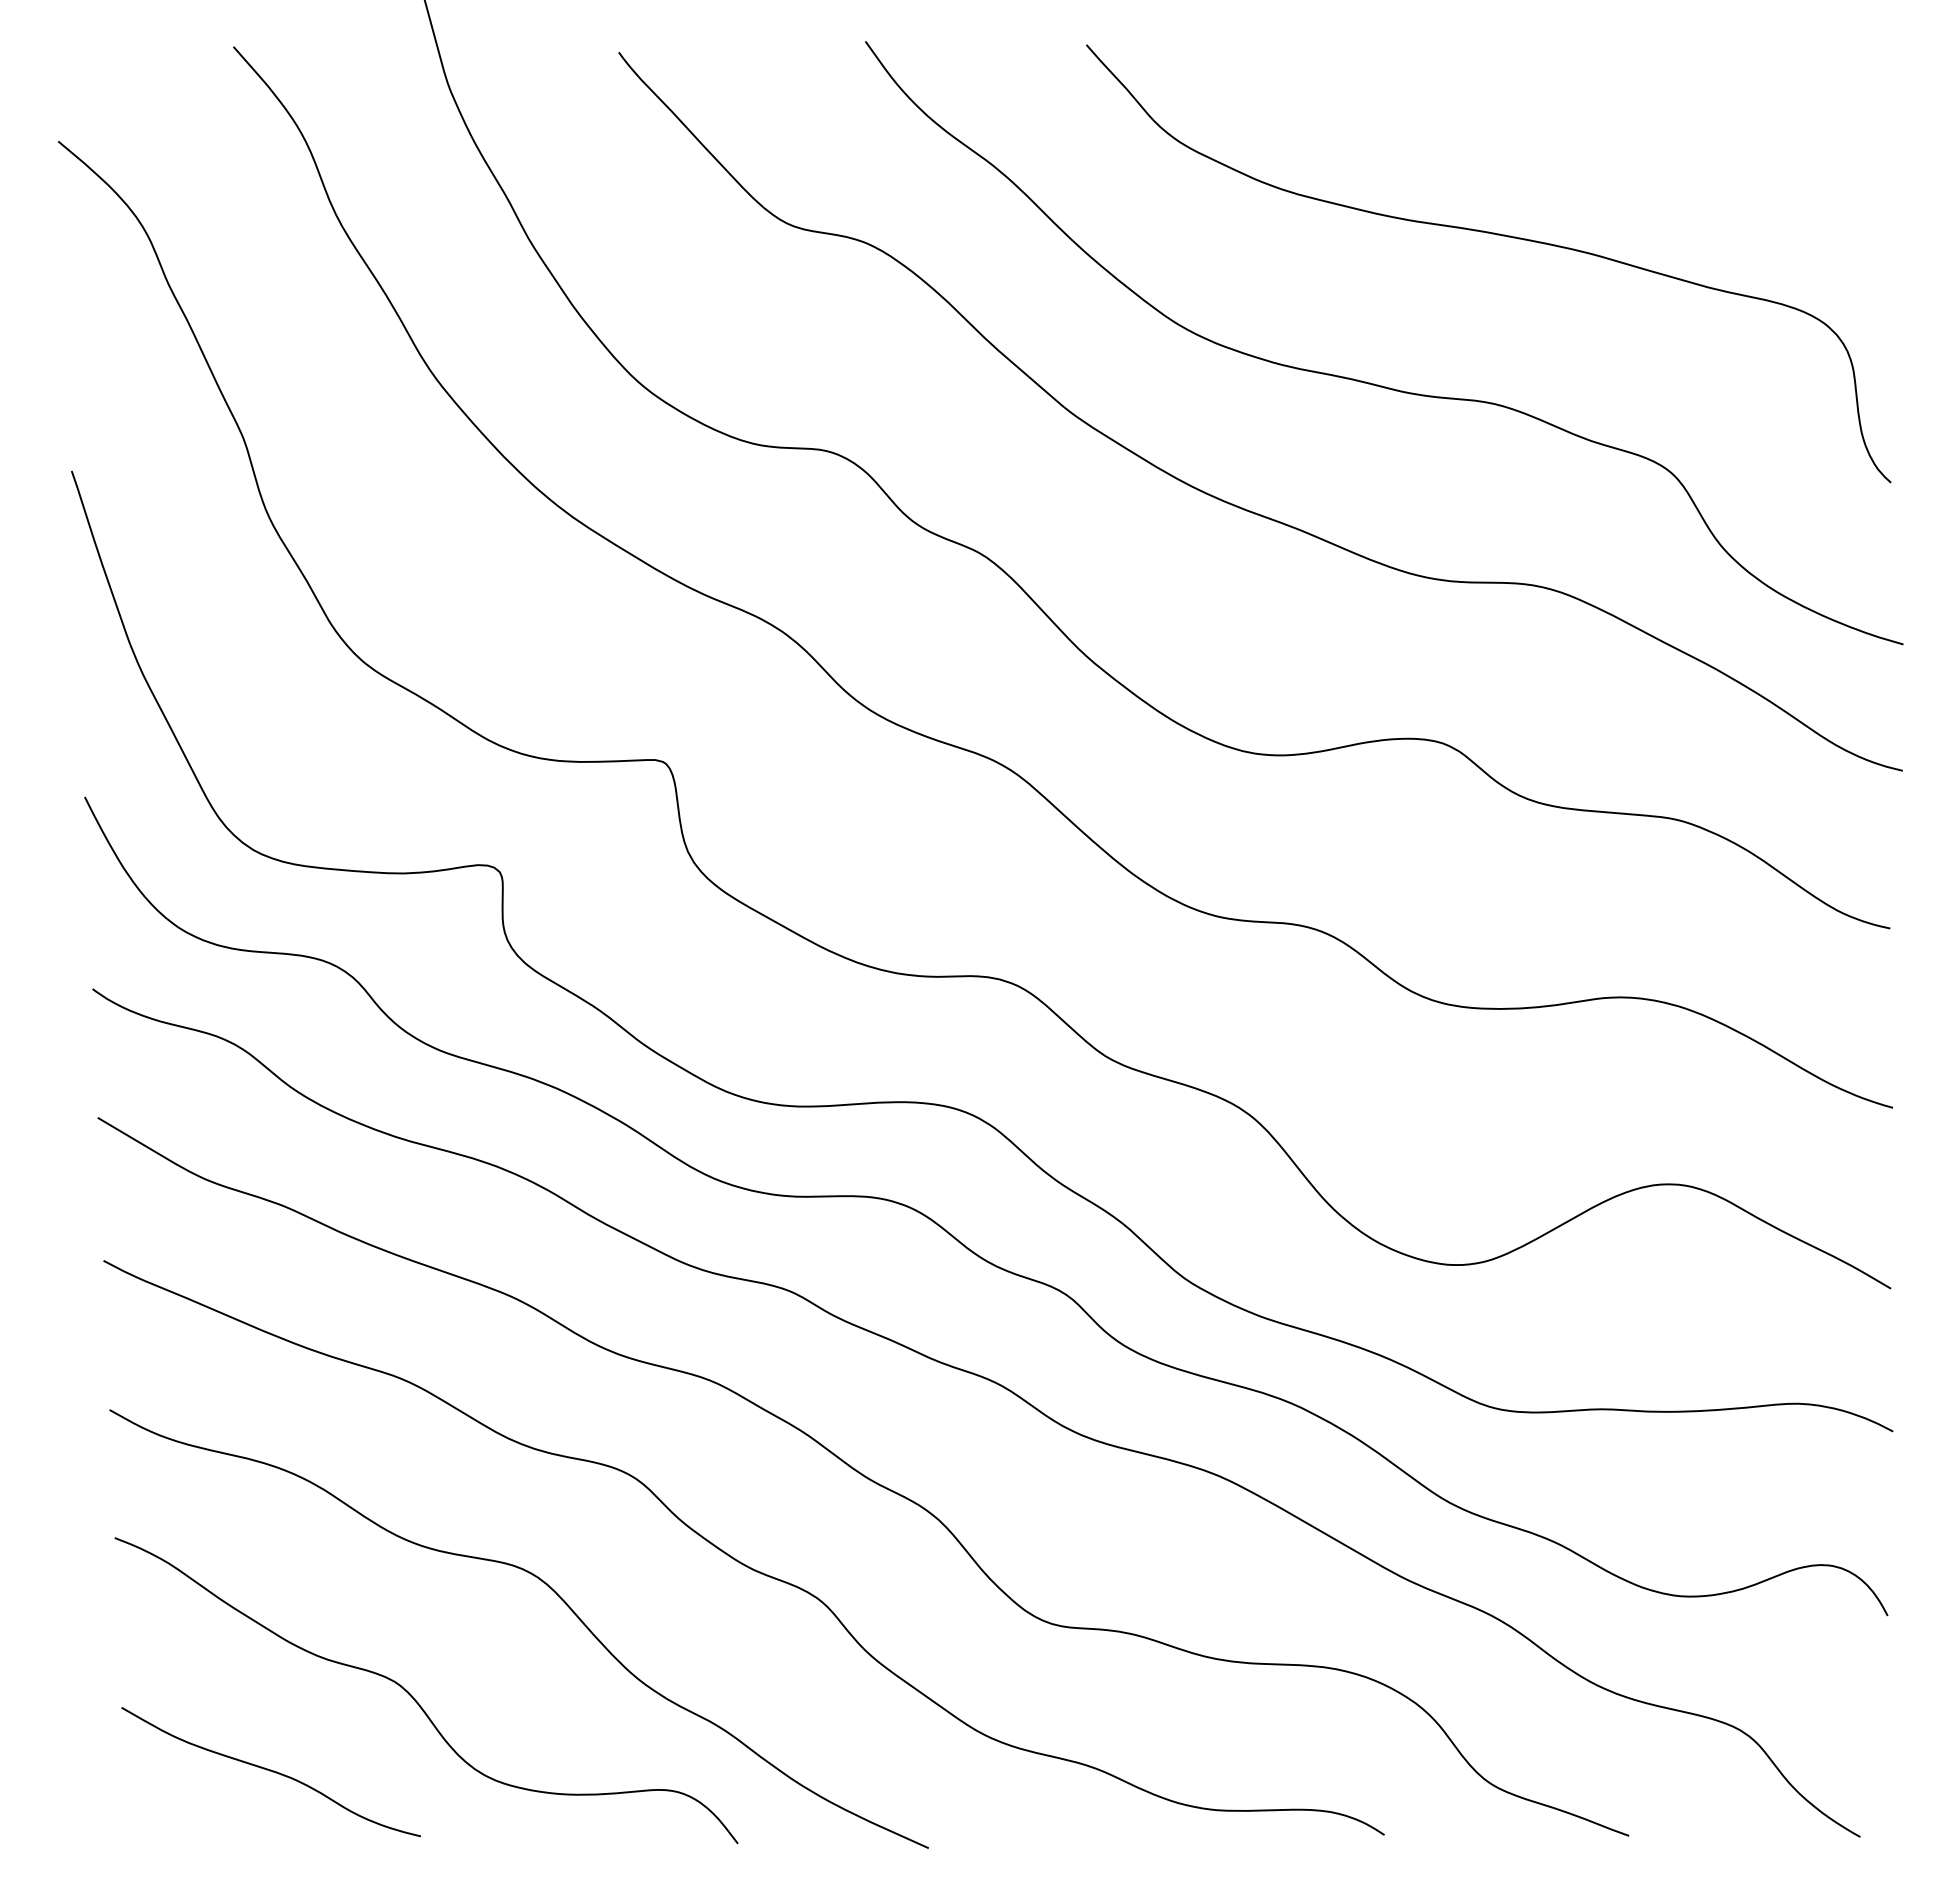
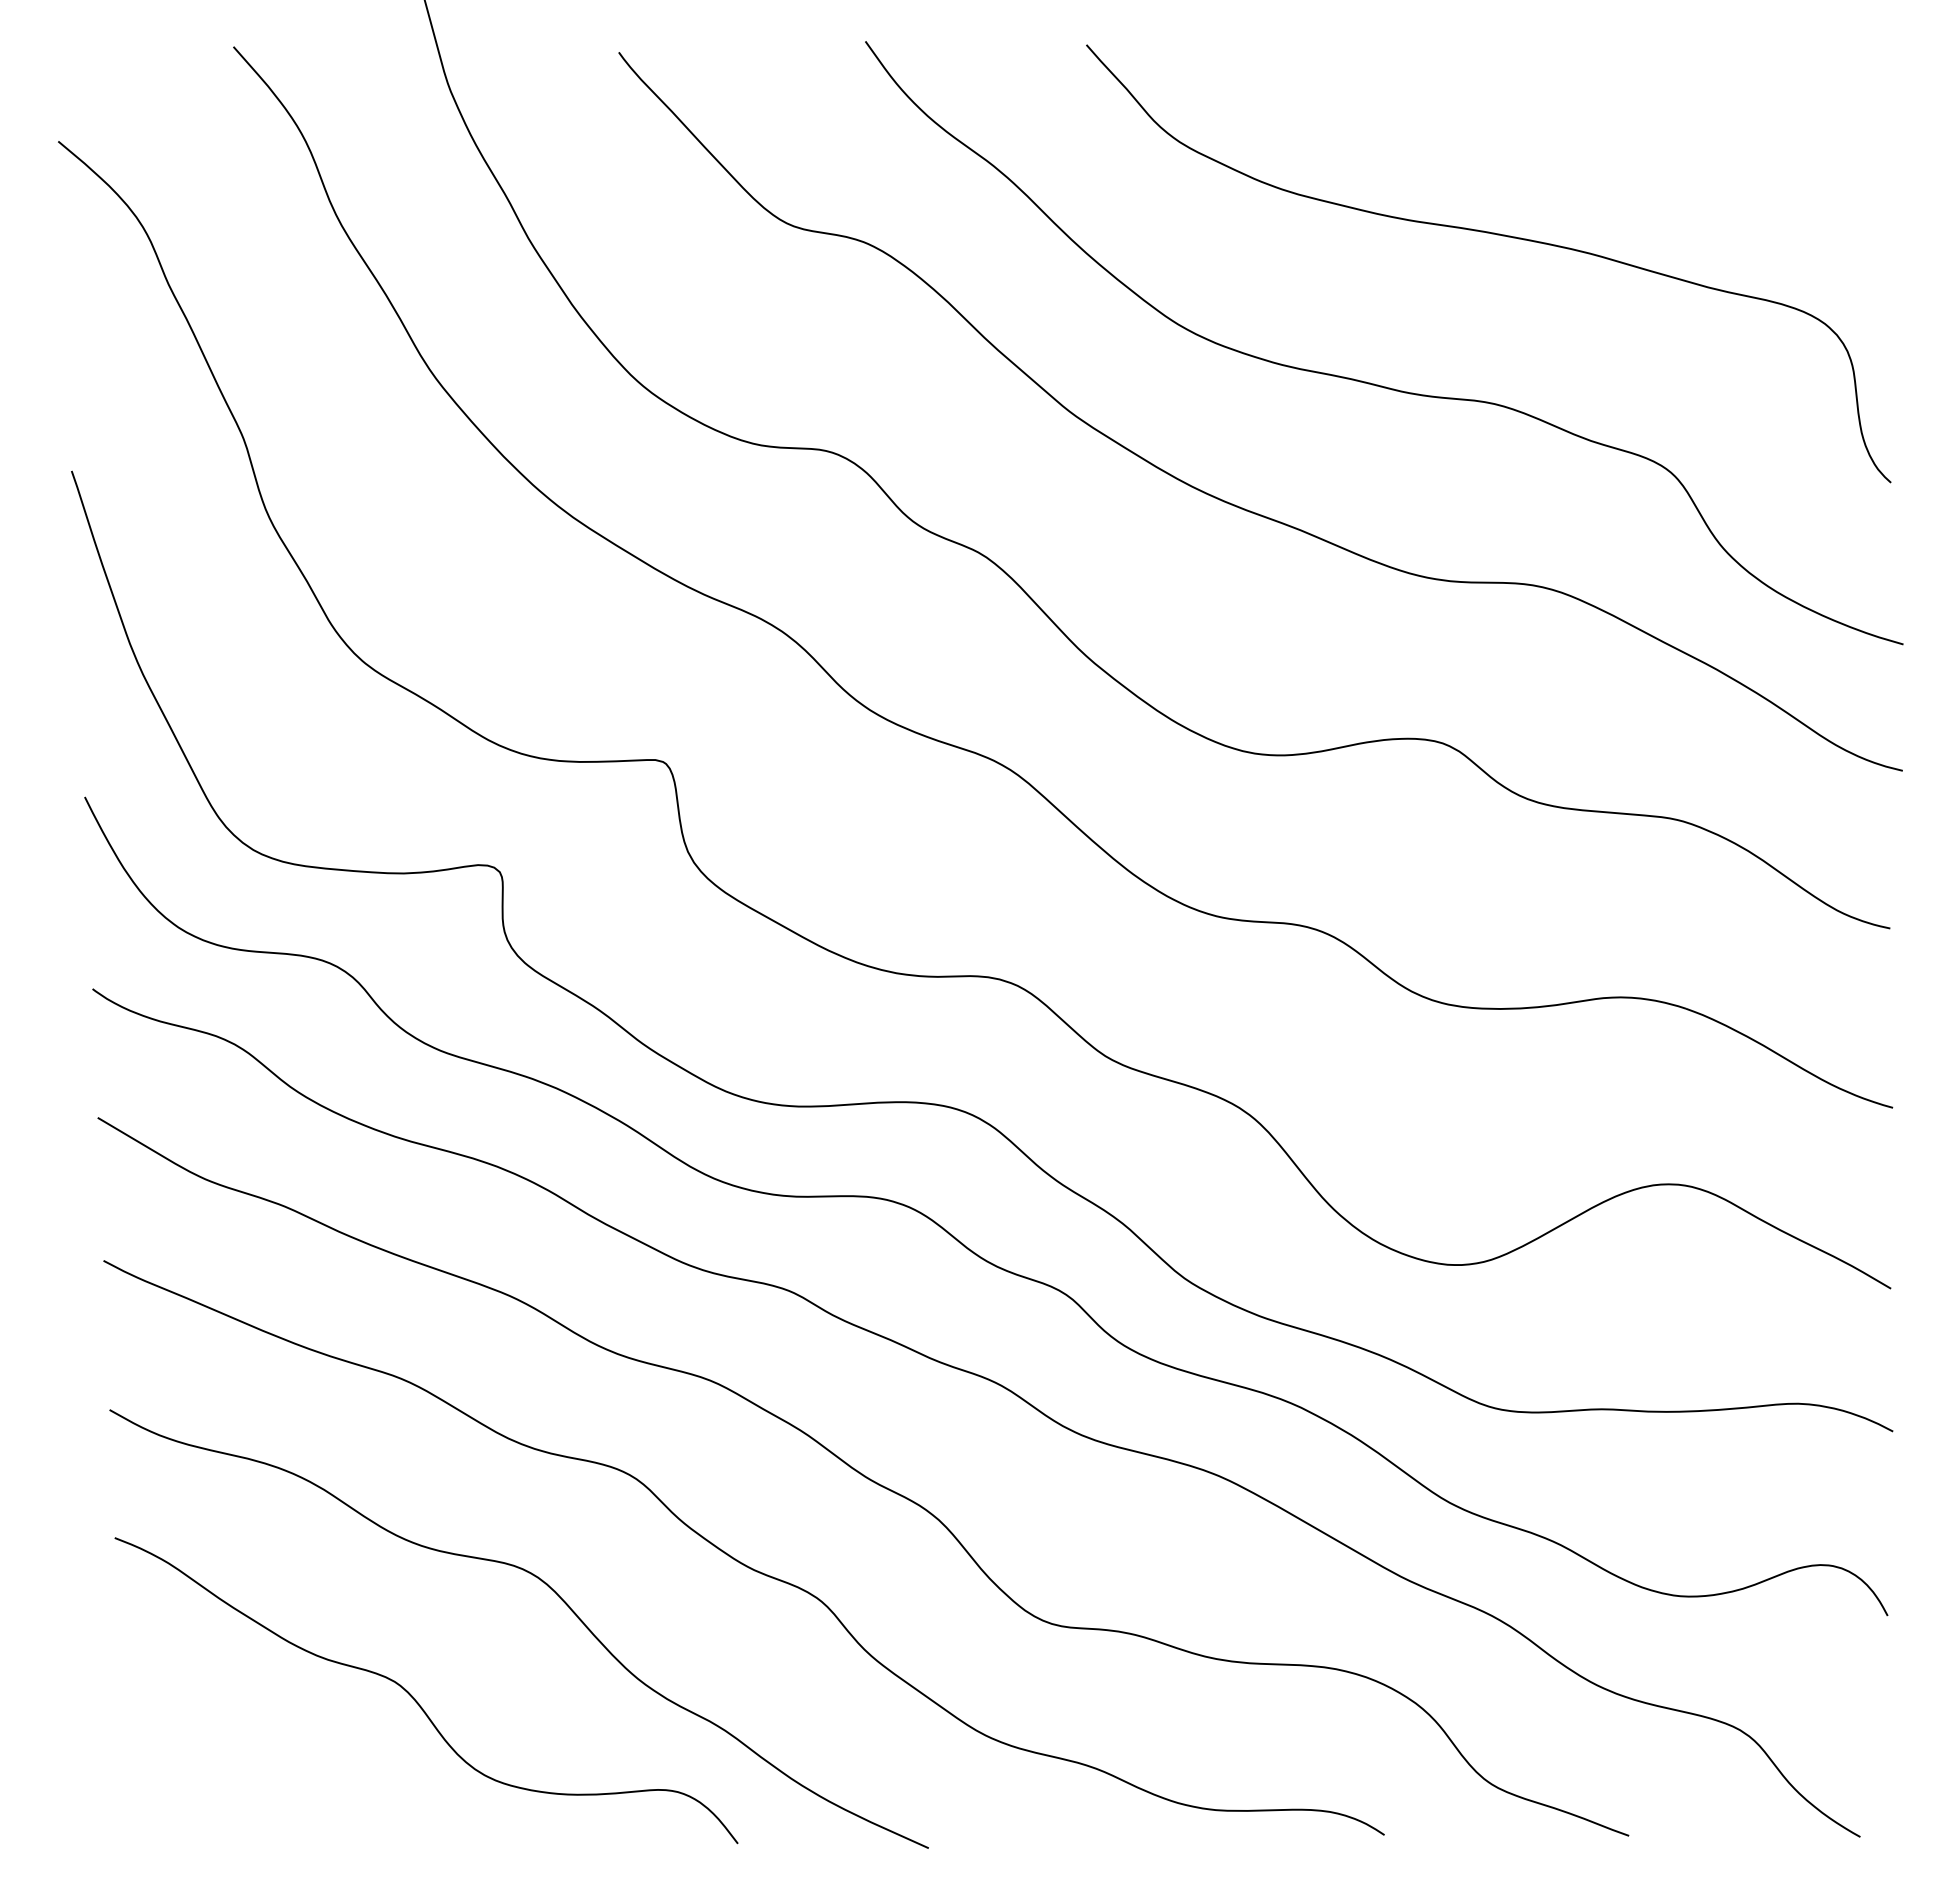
curve at (270, 1771): present -> none
